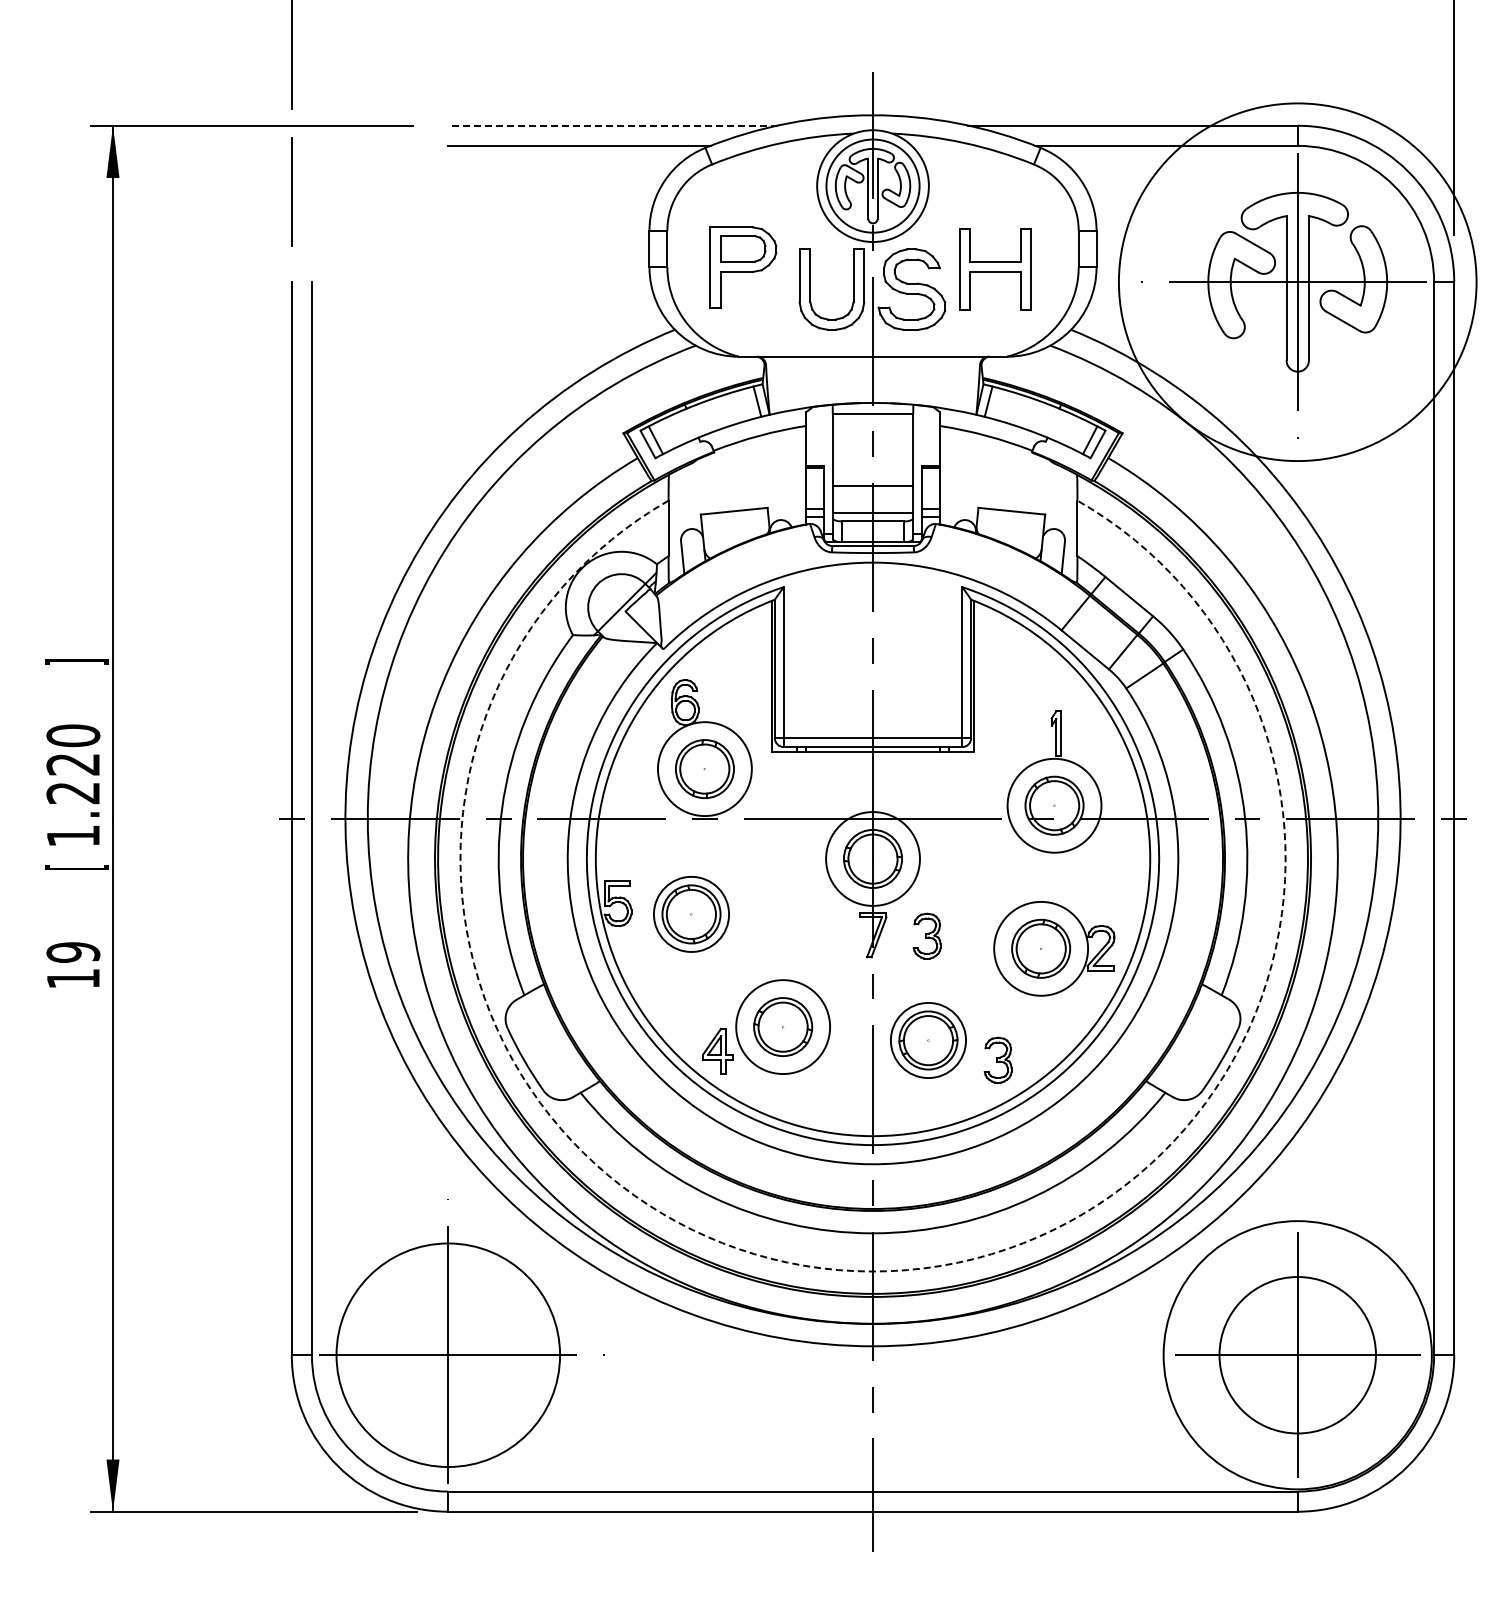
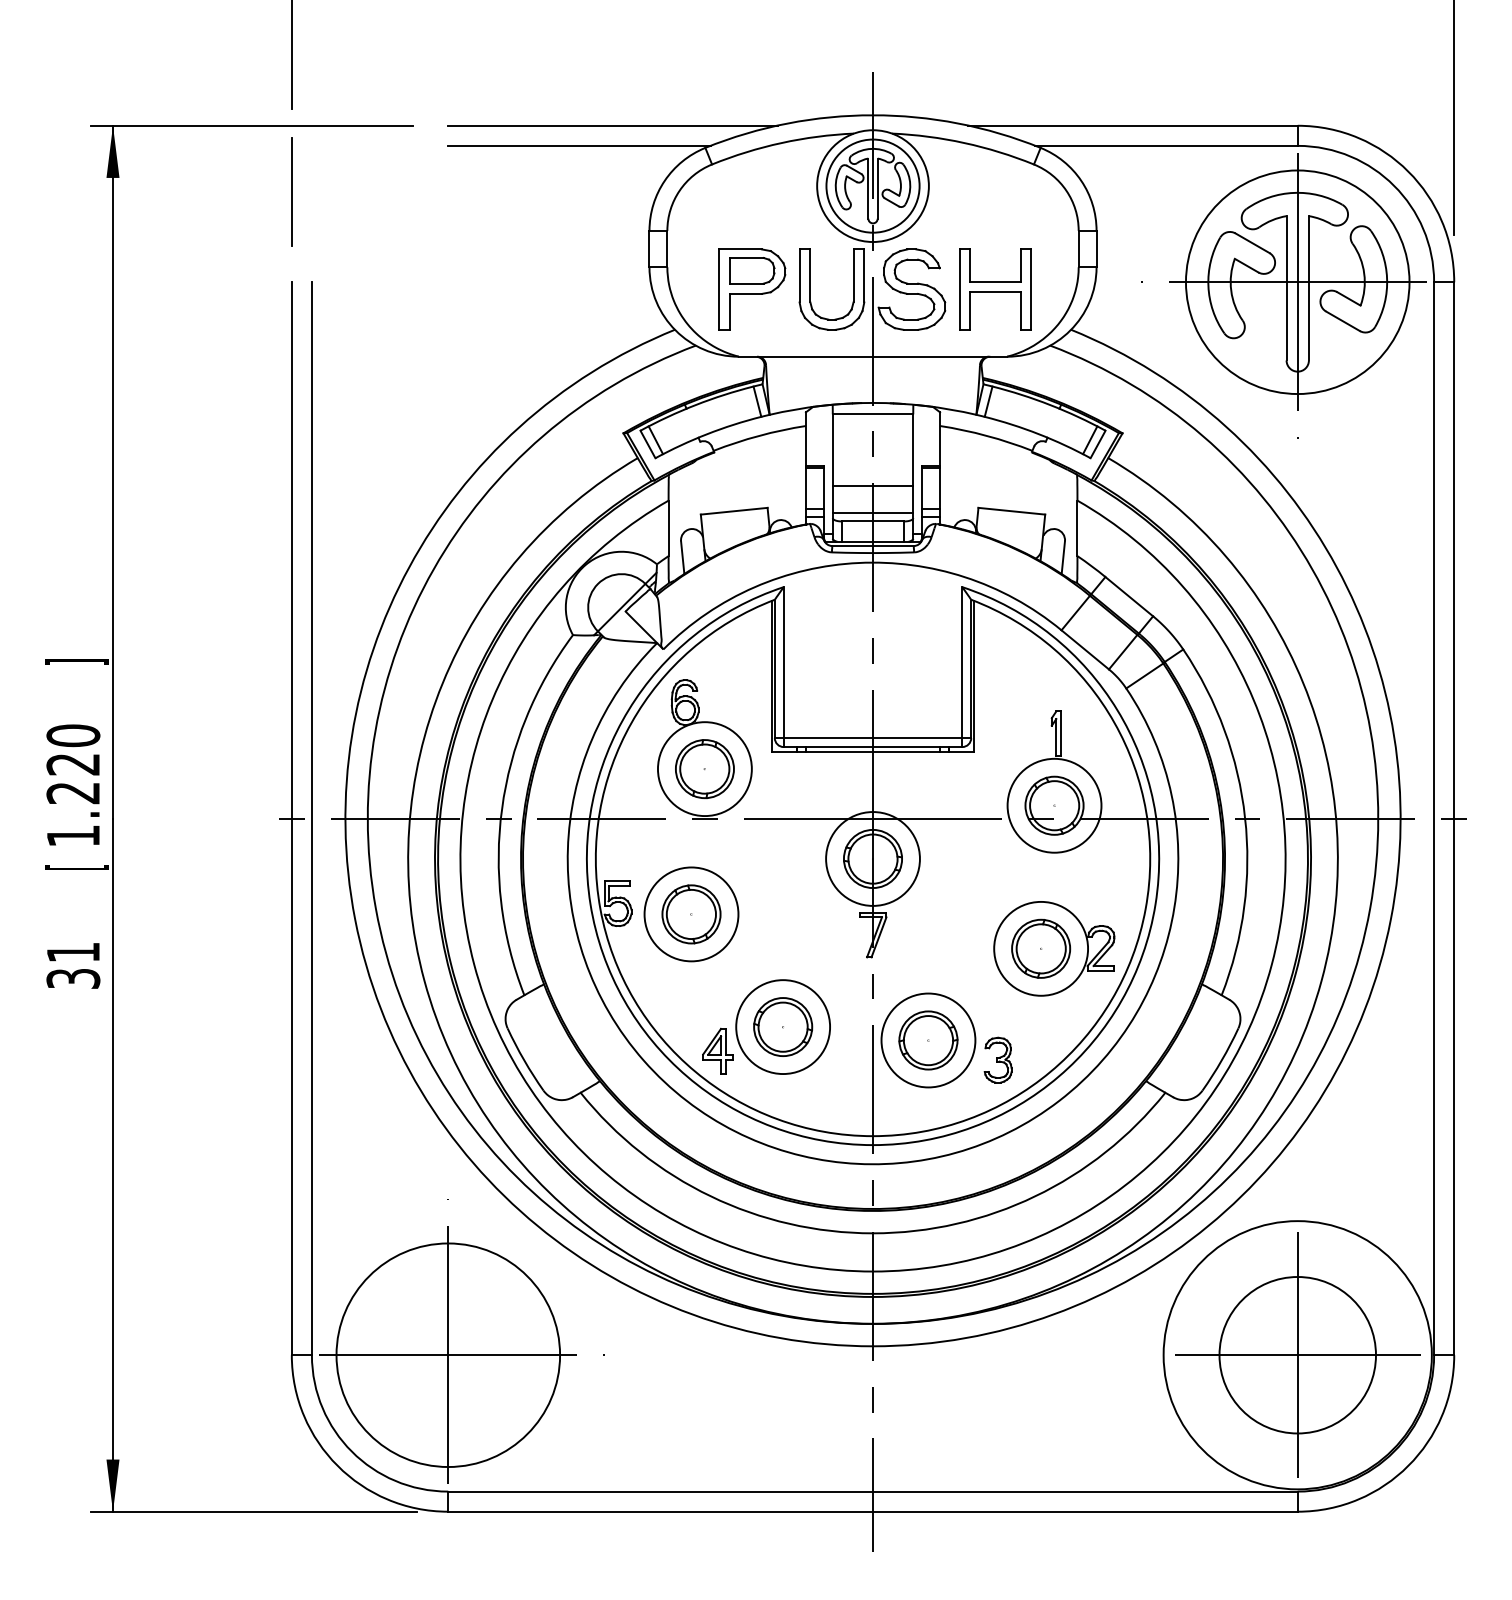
line at (613, 125): dashed -> solid
part at (743, 267) position: (743, 267) -> (752, 289)
part at (995, 269) position: (995, 269) -> (995, 289)
circle at (1297, 282) diameter: 358 px -> 224 px
circle at (691, 913) diameter: 75 px -> 94 px
part at (926, 935): present -> none
text at (73, 965): 19 -> 31
circle at (928, 1040) diameter: 75 px -> 94 px
arc at (873, 1271): dashed -> solid
